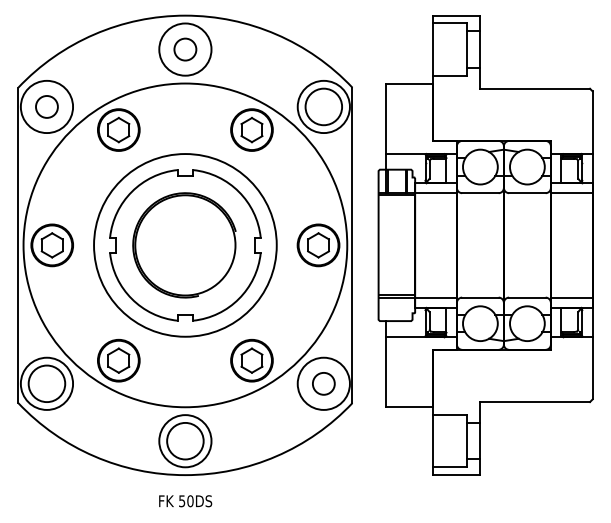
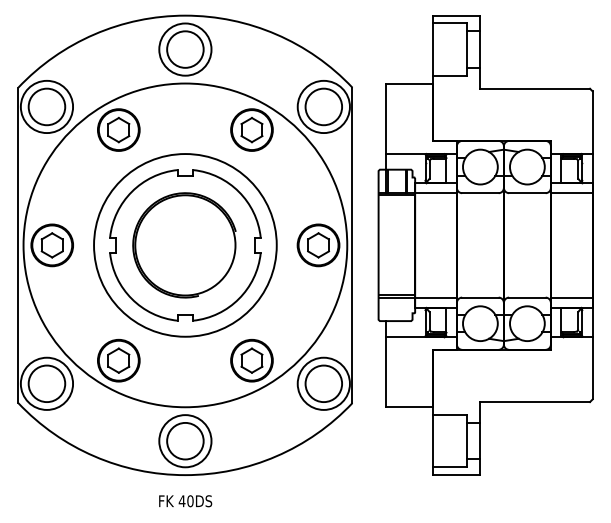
circle at (185, 49) diameter: 22 px -> 37 px
circle at (46, 106) diameter: 22 px -> 37 px
circle at (323, 383) diameter: 22 px -> 37 px
text at (181, 501): 50DS -> 40DS
